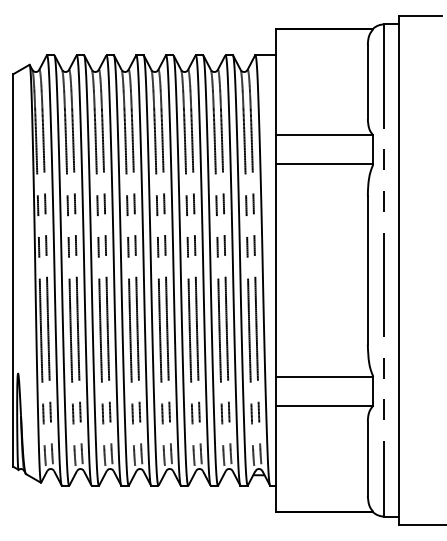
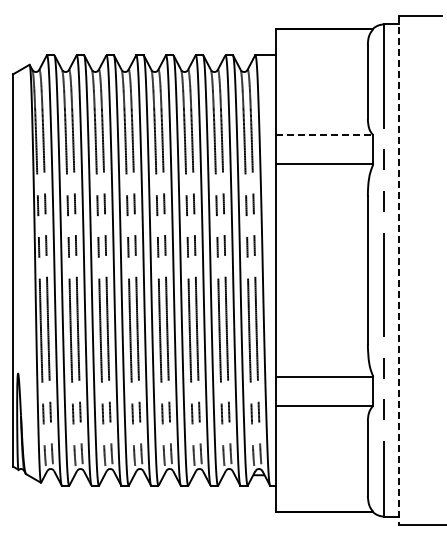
line at (324, 135): solid -> dashed
line at (399, 271): solid -> dashed
